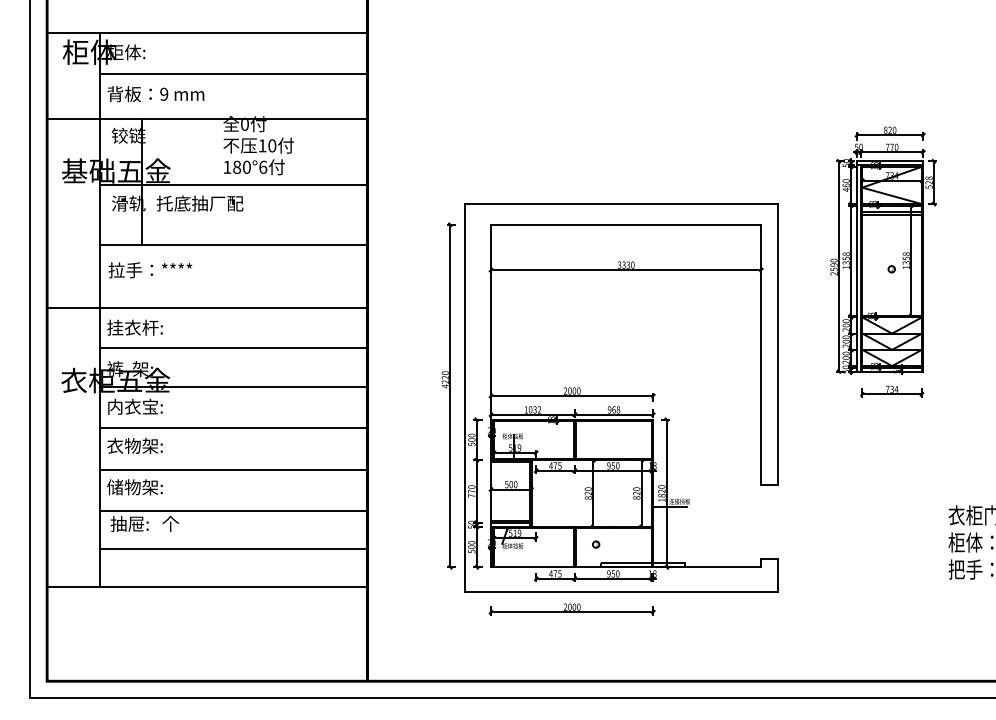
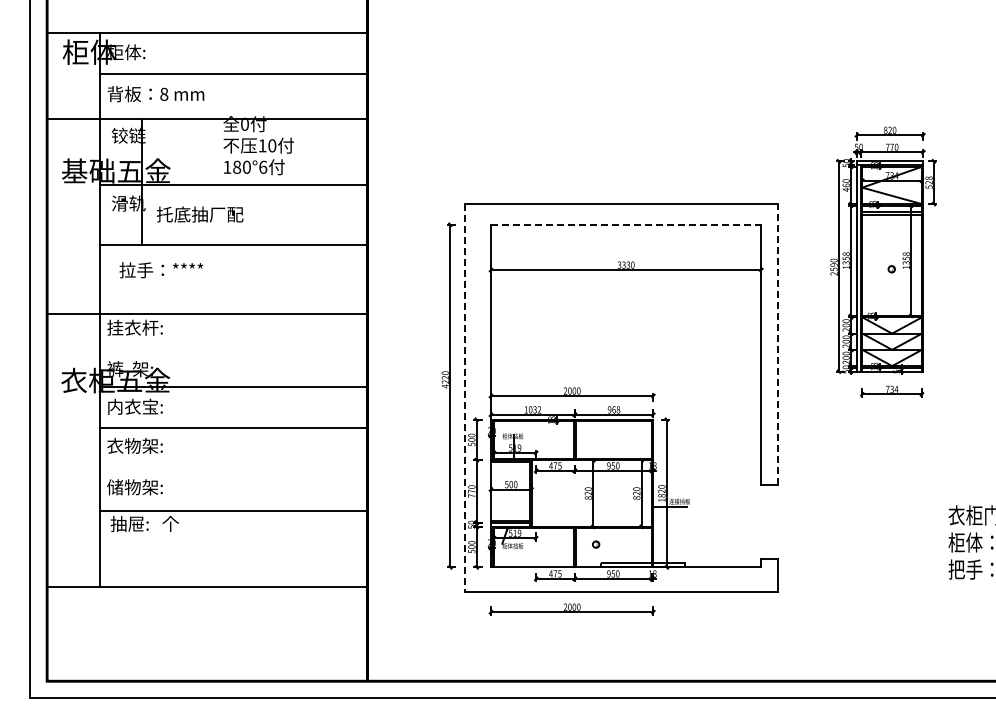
text at (164, 93): 9 -> 8
text at (199, 203) position: (199, 203) -> (199, 214)
line at (626, 224): solid -> dashed
text at (150, 270) position: (150, 270) -> (161, 270)
line at (207, 307) position: (207, 307) -> (207, 313)
line at (777, 344): solid -> dashed
line at (233, 348): present -> none
line at (464, 398): solid -> dashed
line at (233, 470): present -> none
line at (233, 549): present -> none
